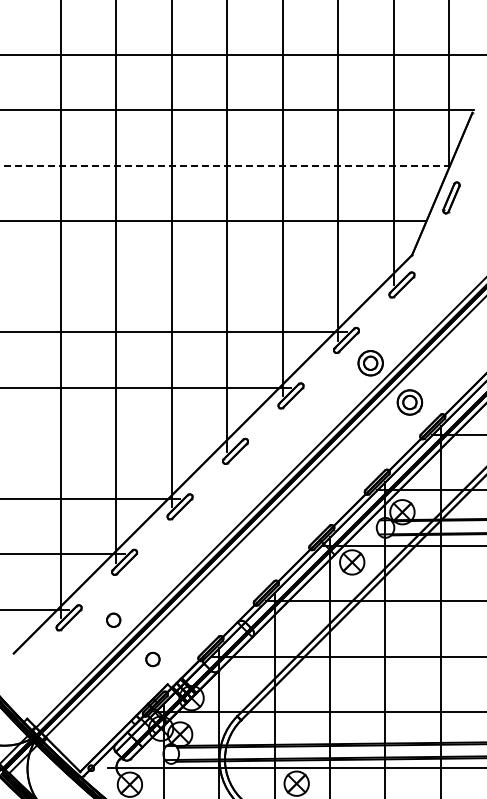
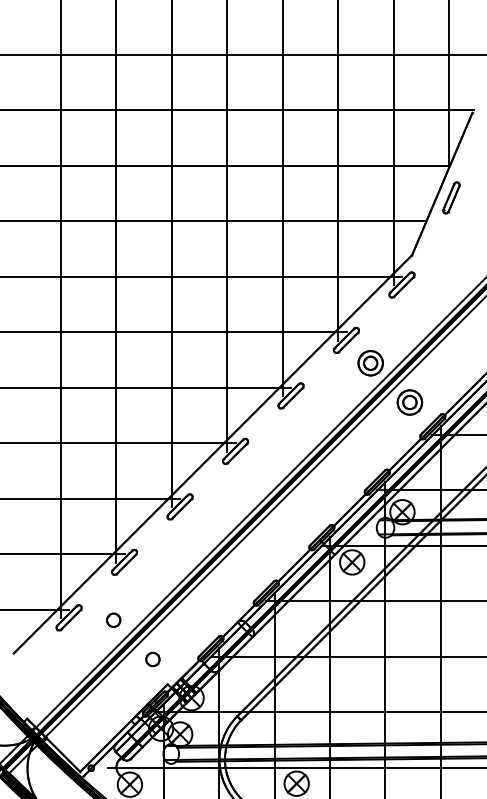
line at (225, 165): dashed -> solid
line at (202, 276): none -> present
line at (118, 443): none -> present
